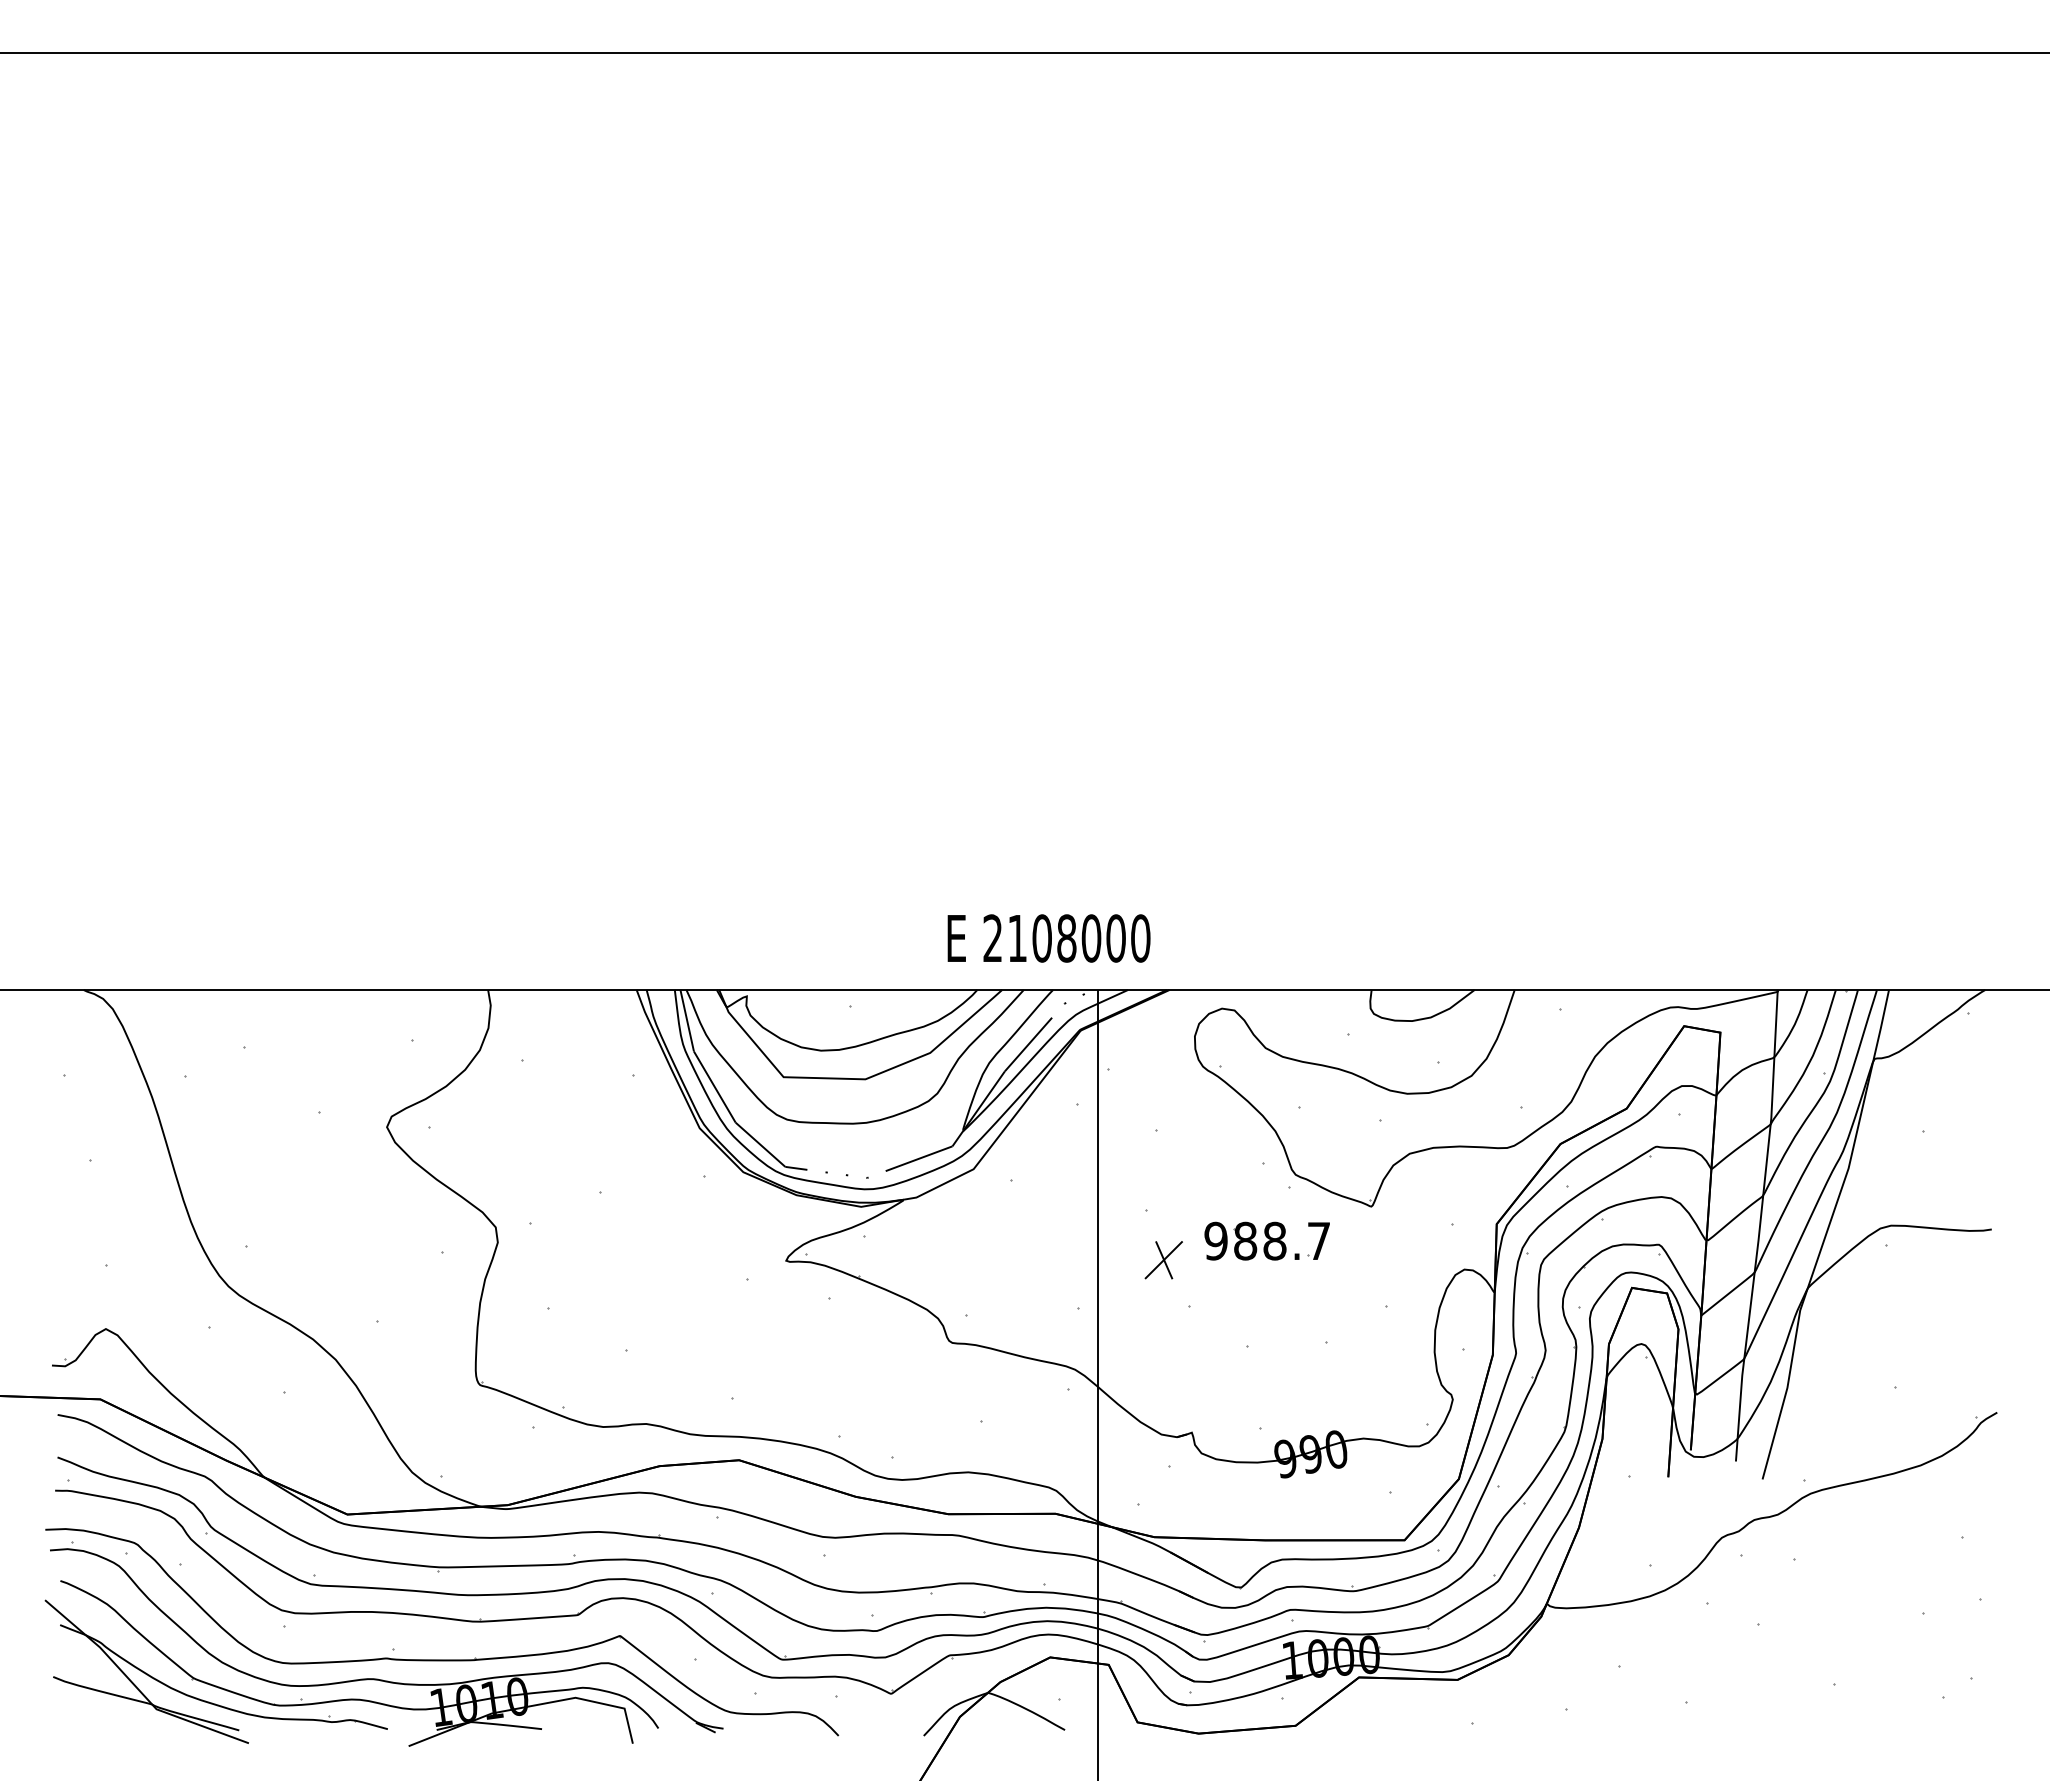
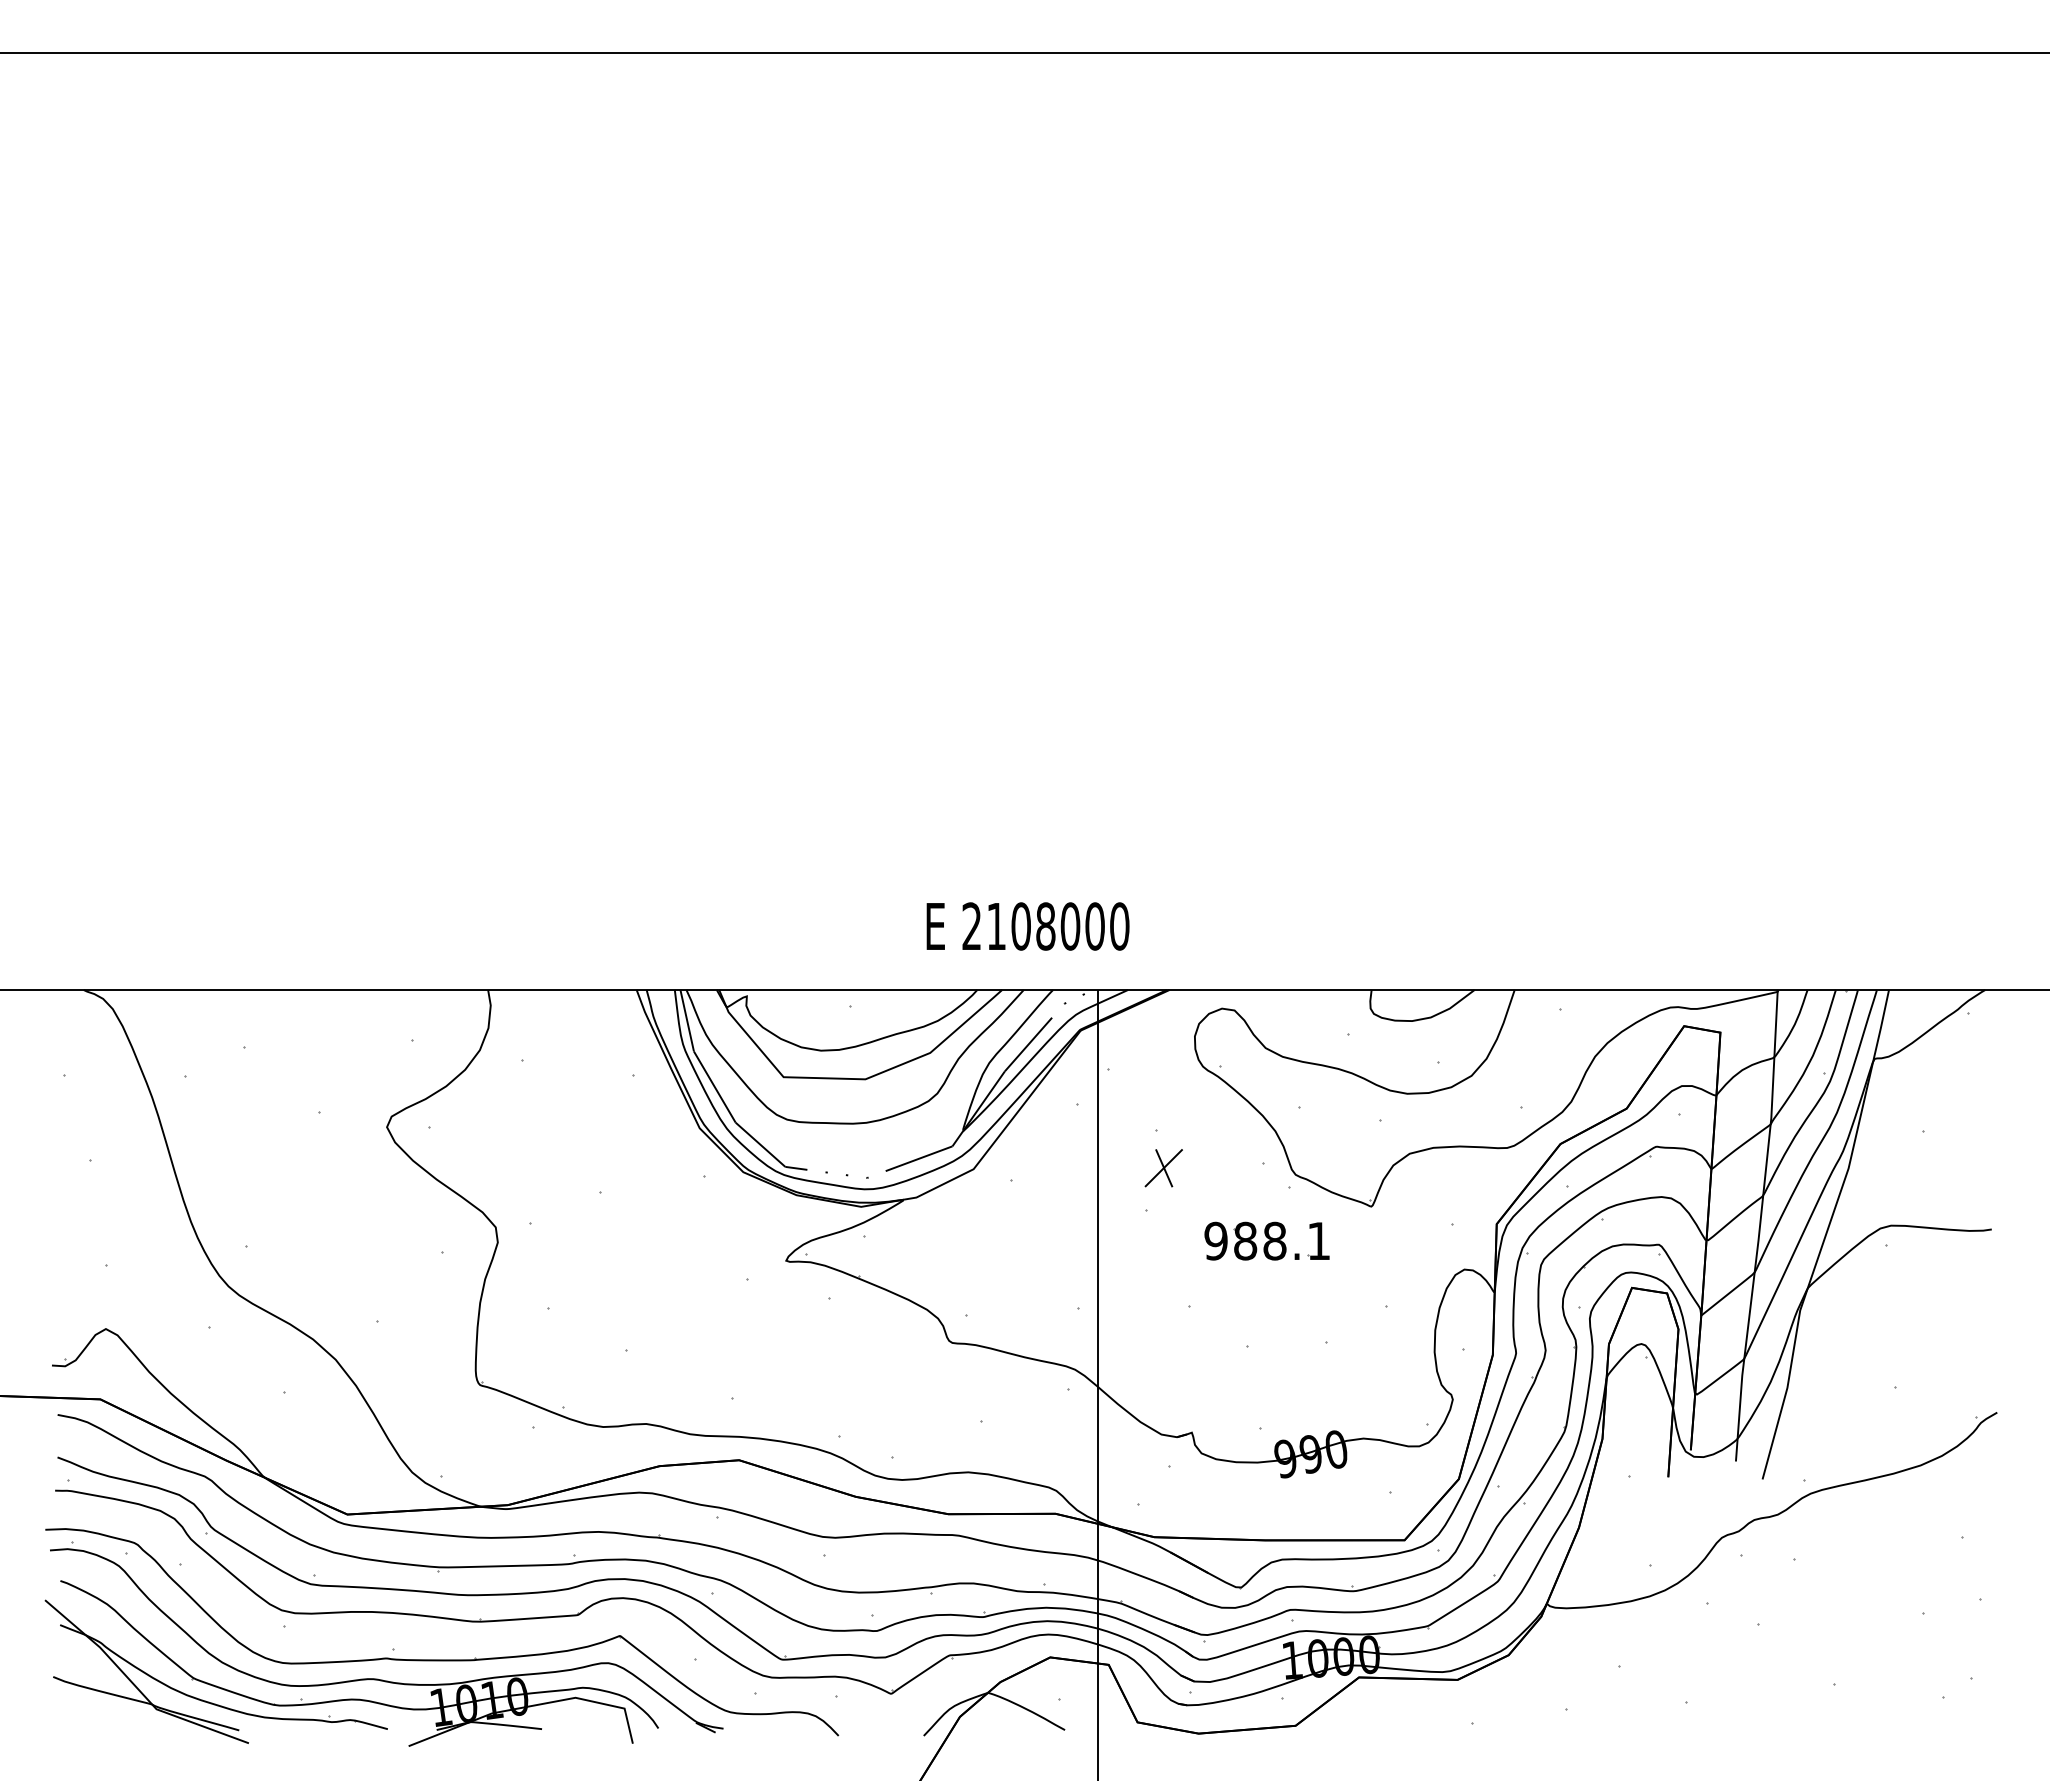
text at (1048, 938) position: (1048, 938) -> (1027, 926)
text at (1318, 1240): 988.7 -> 988.1
part at (1163, 1260) position: (1163, 1260) -> (1163, 1168)
